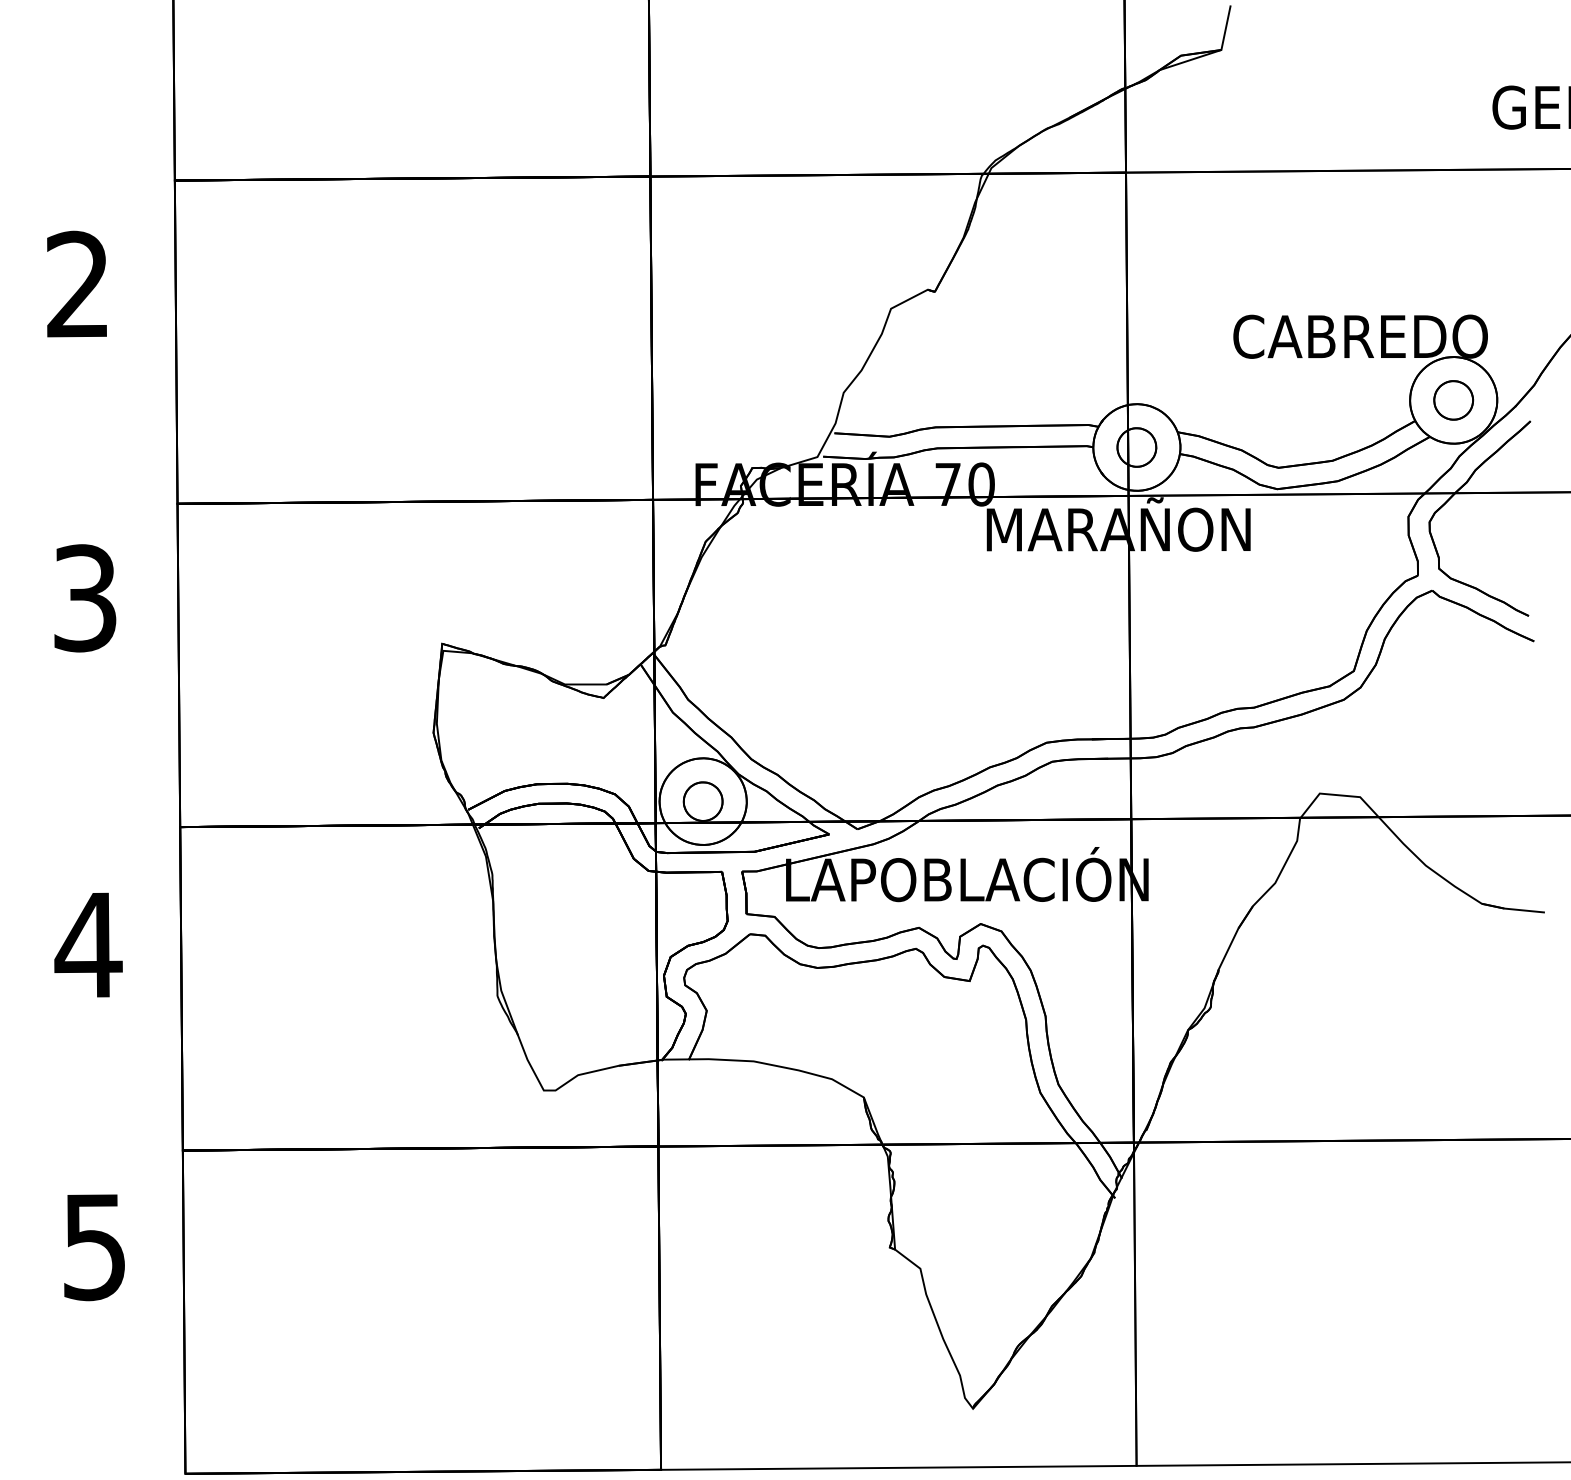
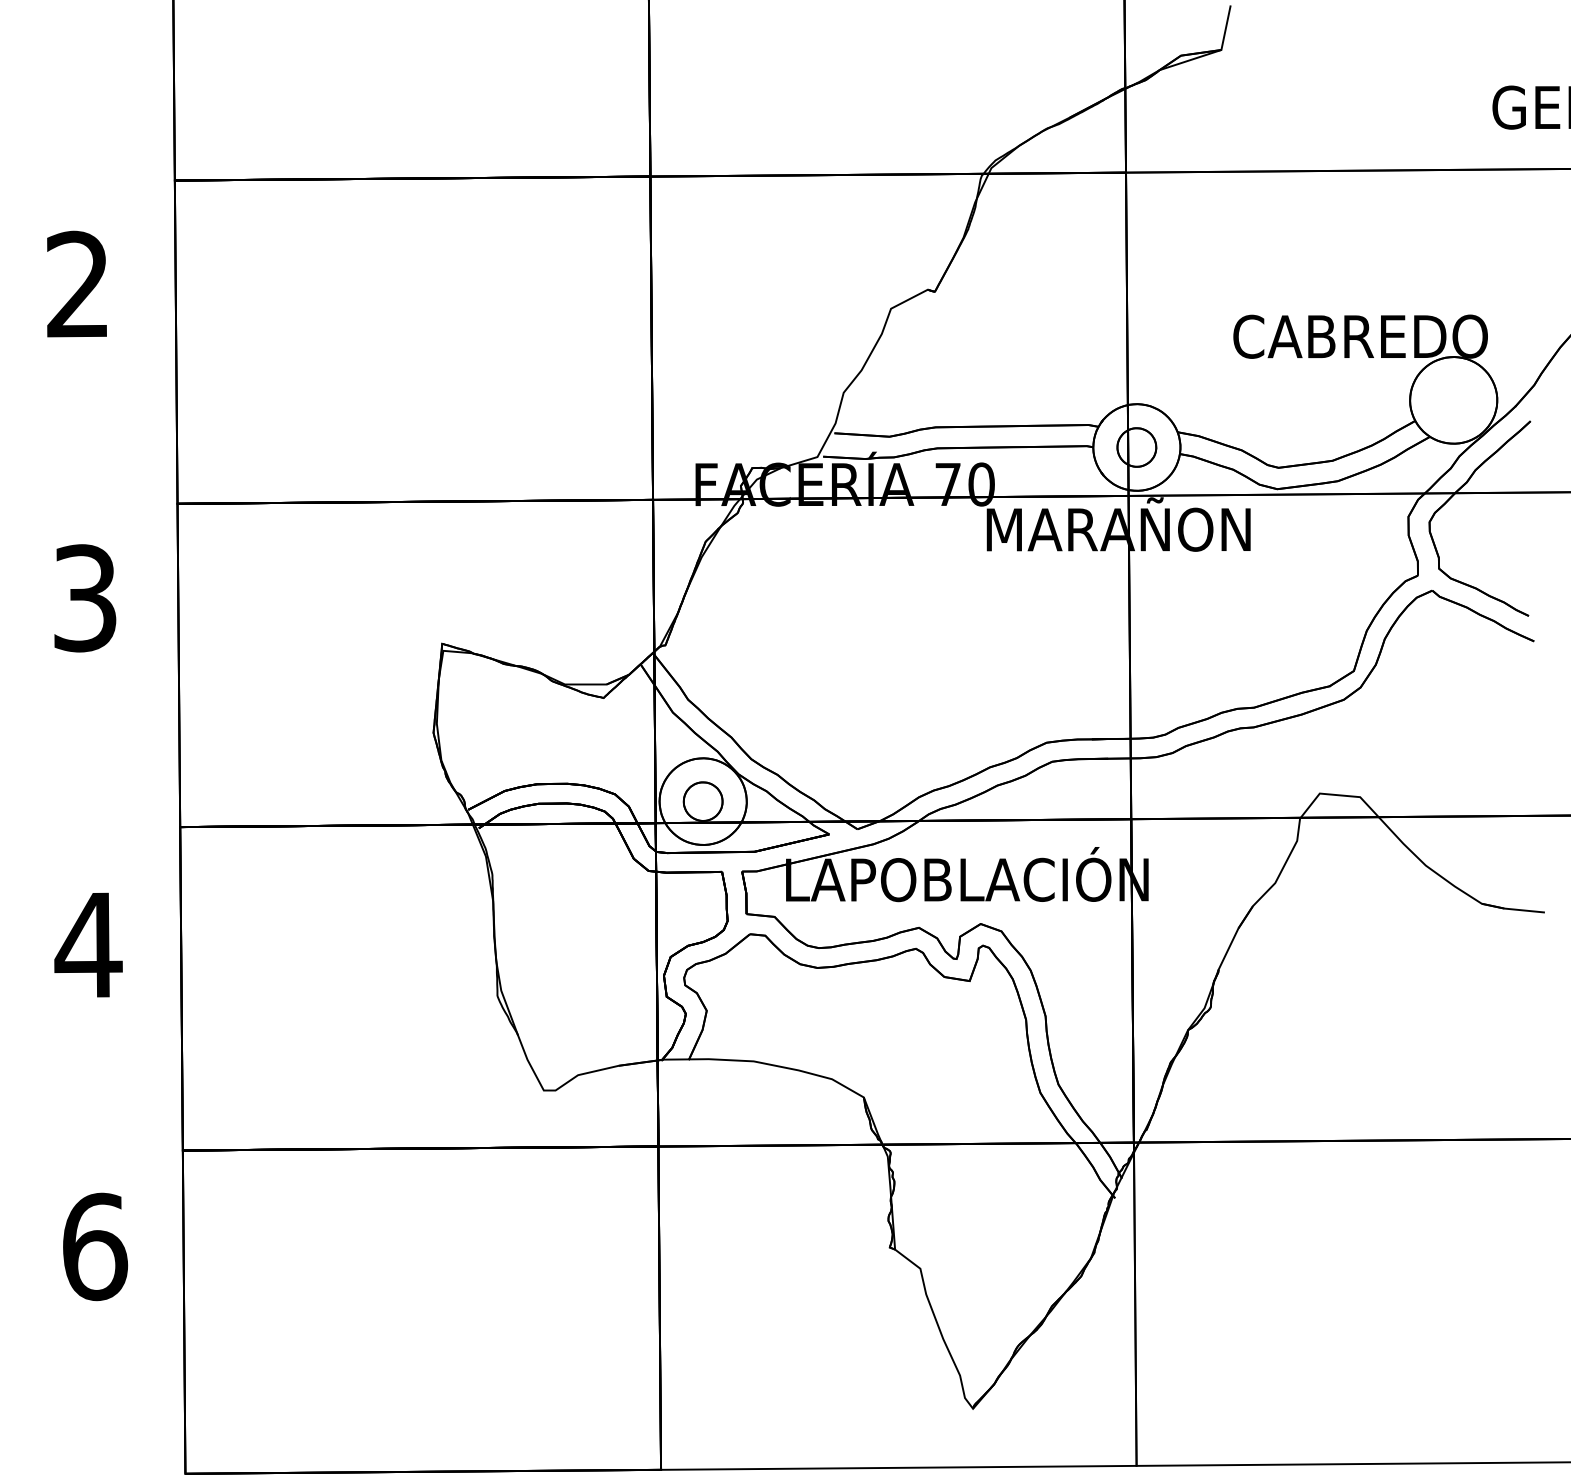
part at (1453, 400): present -> none
text at (95, 1246): 5 -> 6
